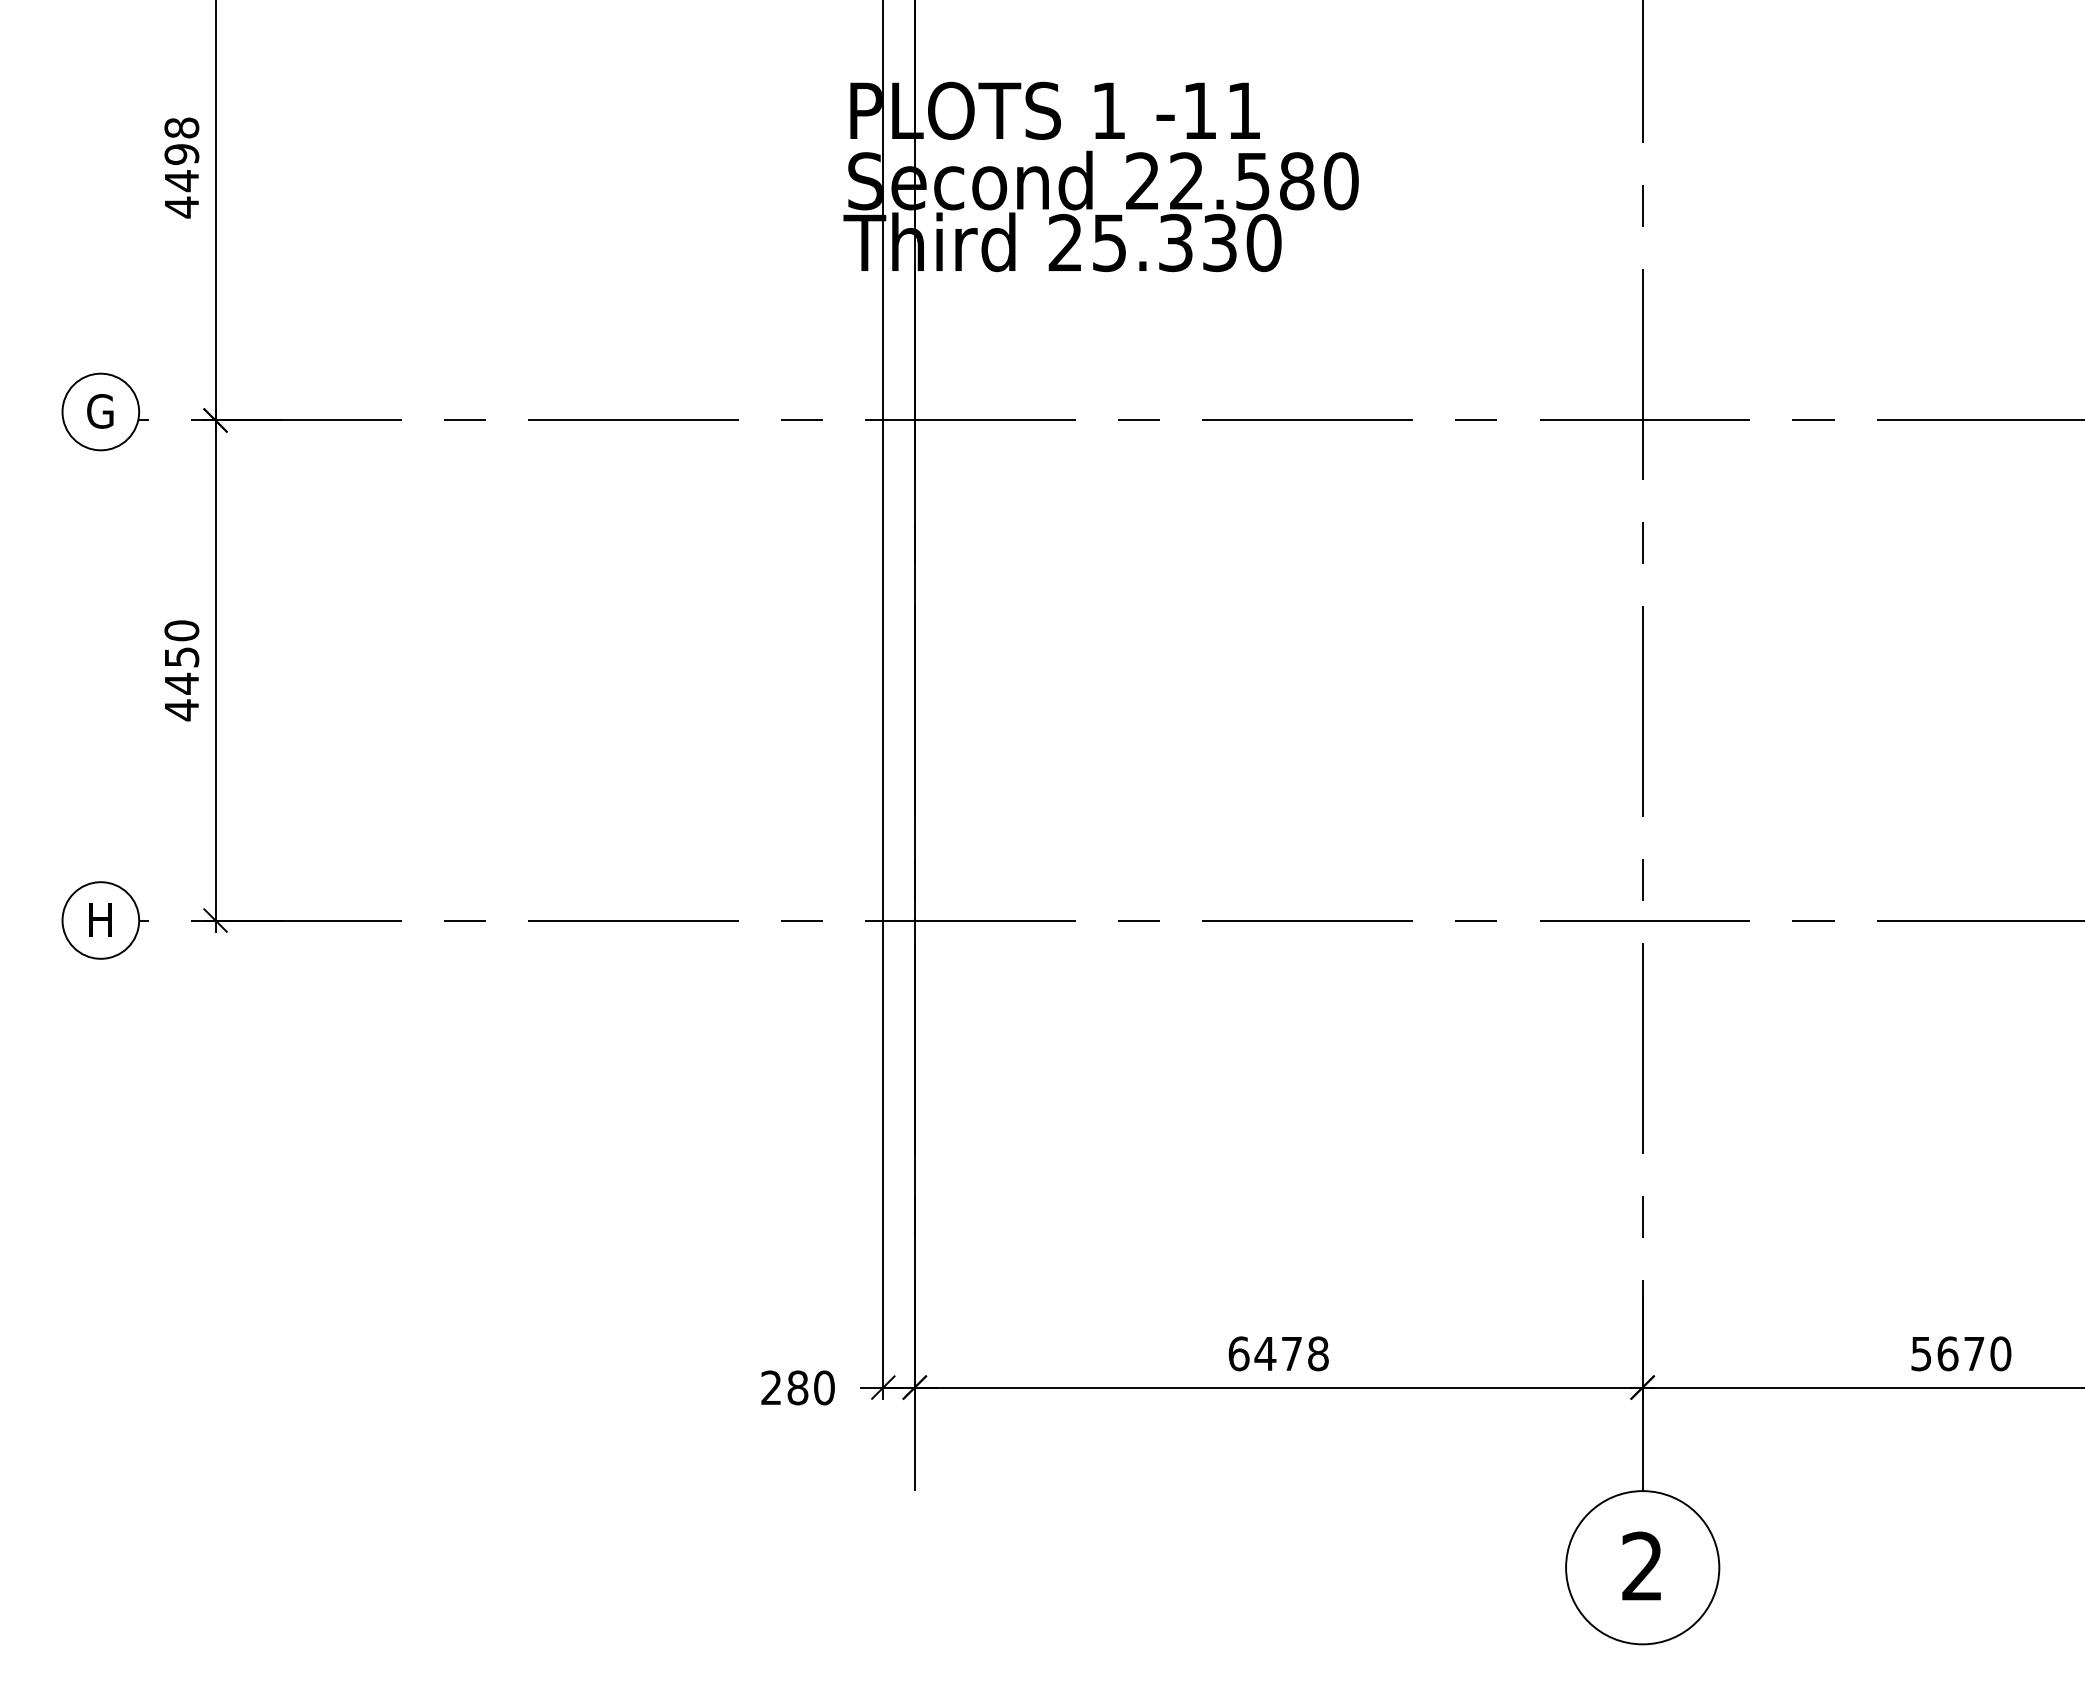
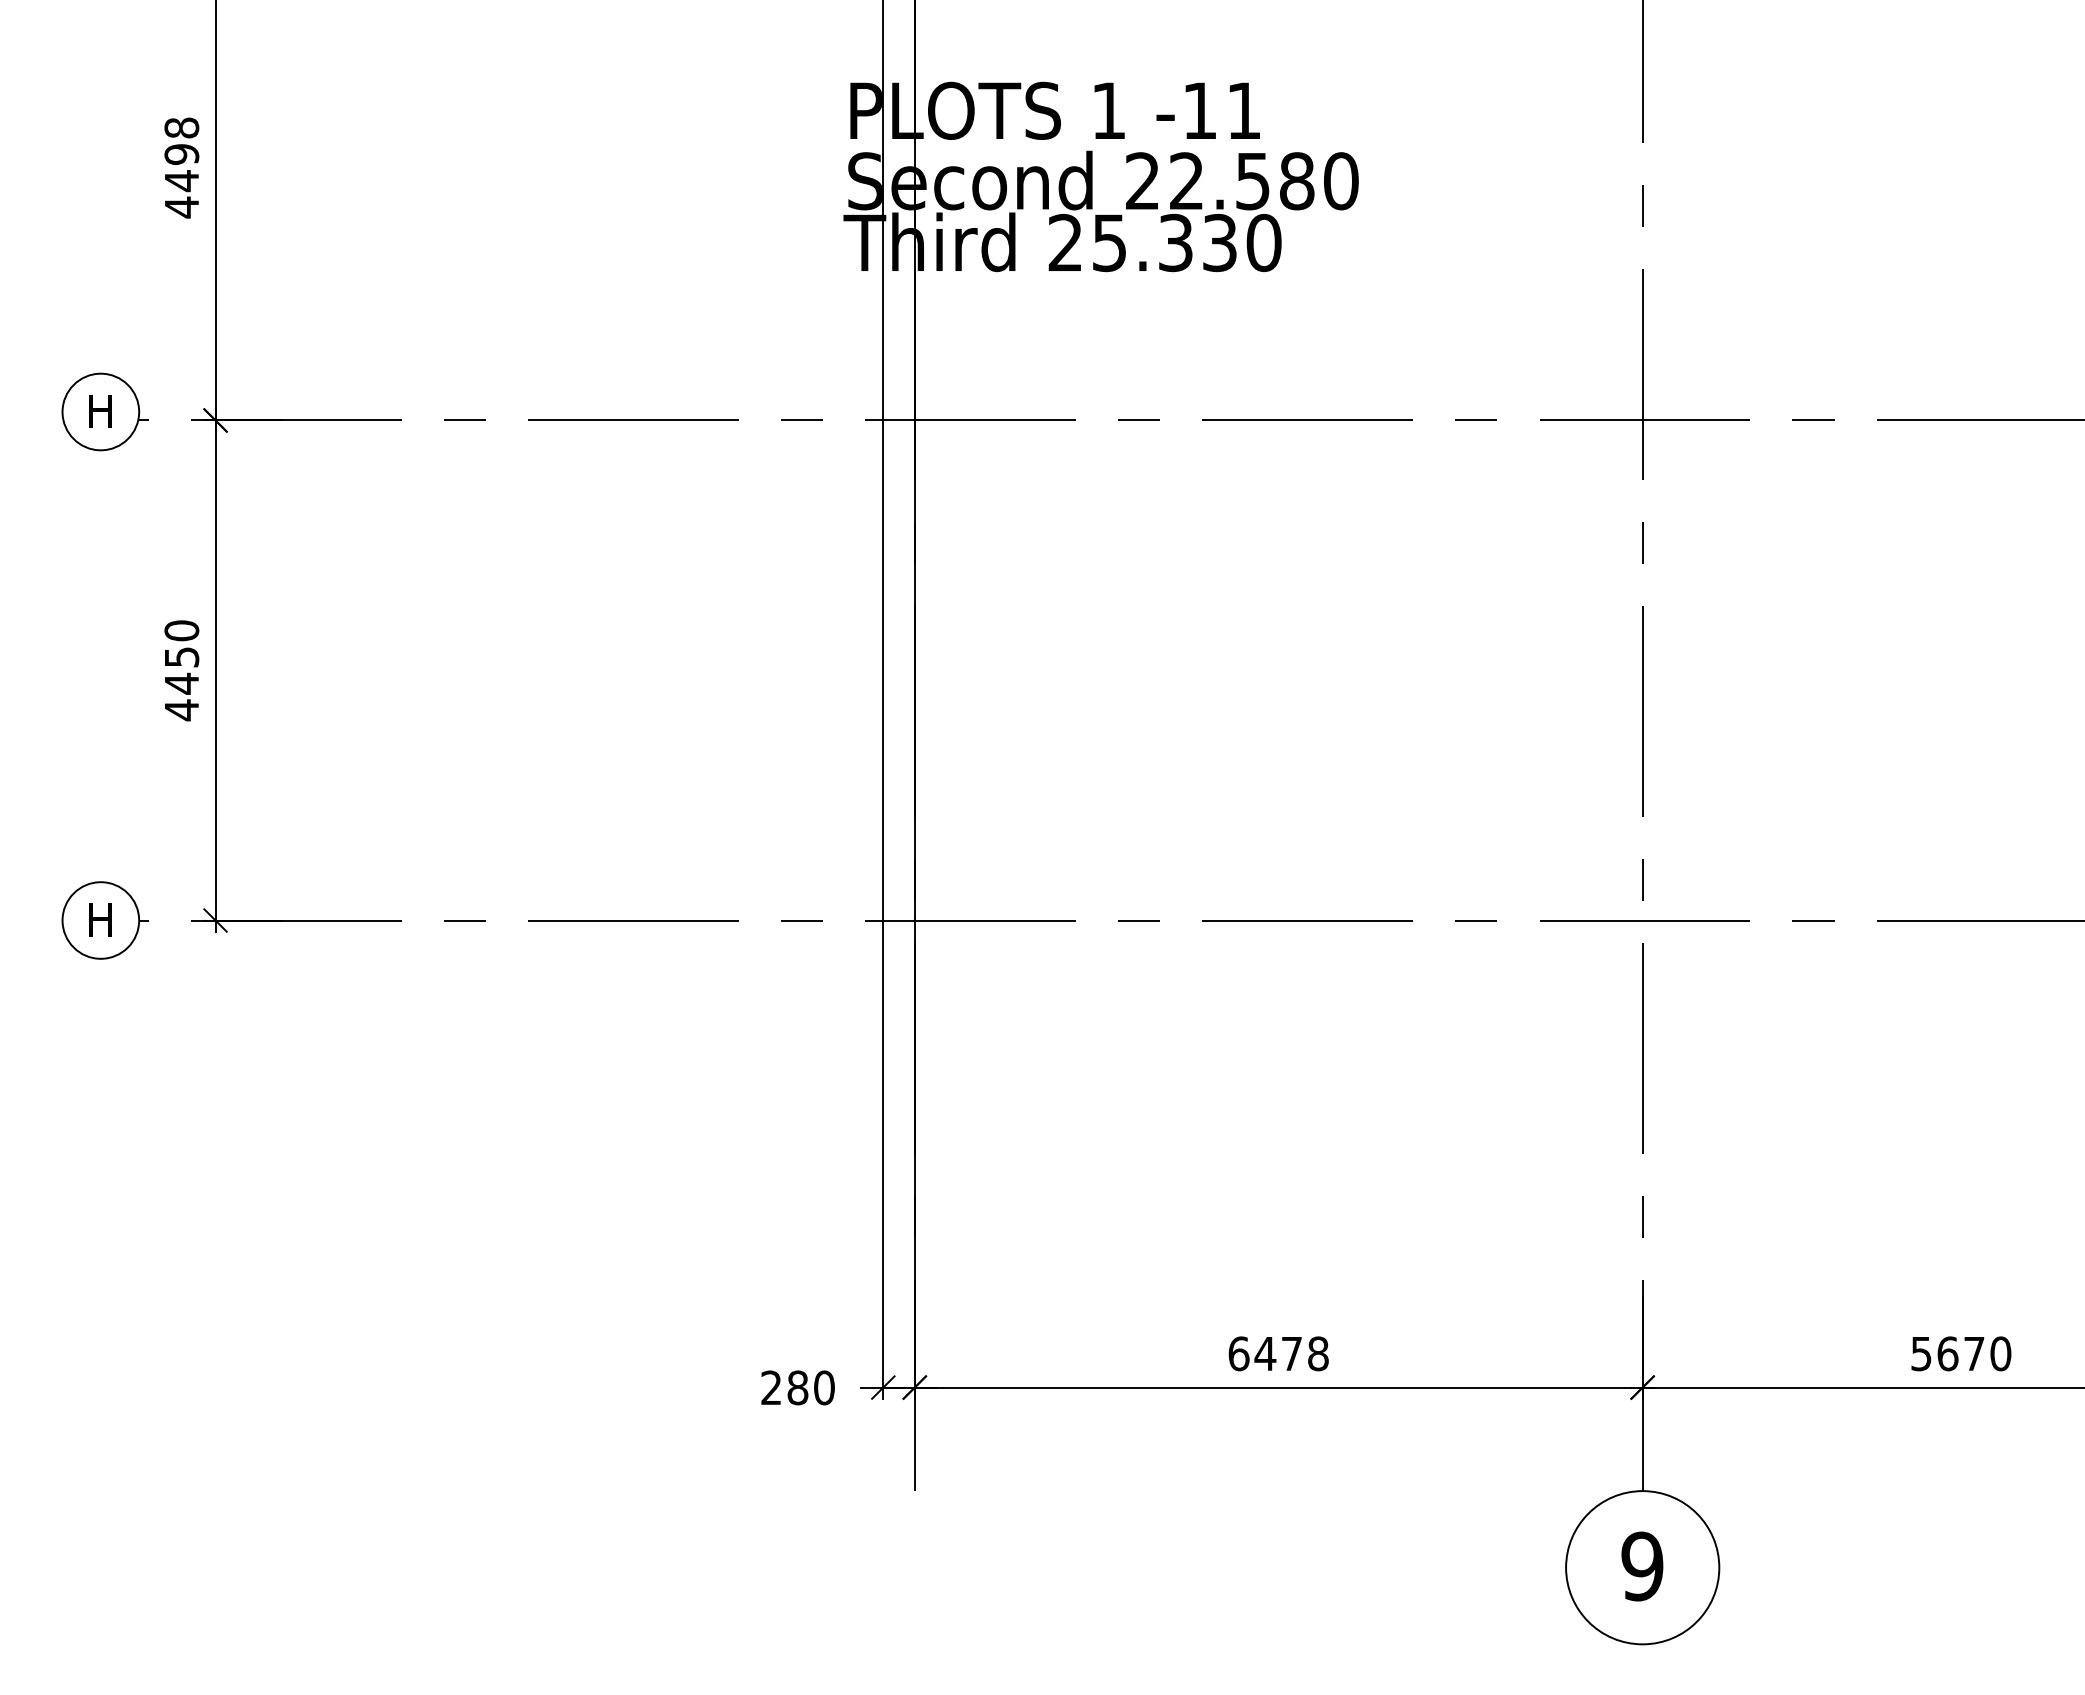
text at (100, 411): G -> H
text at (1642, 1566): 2 -> 9
